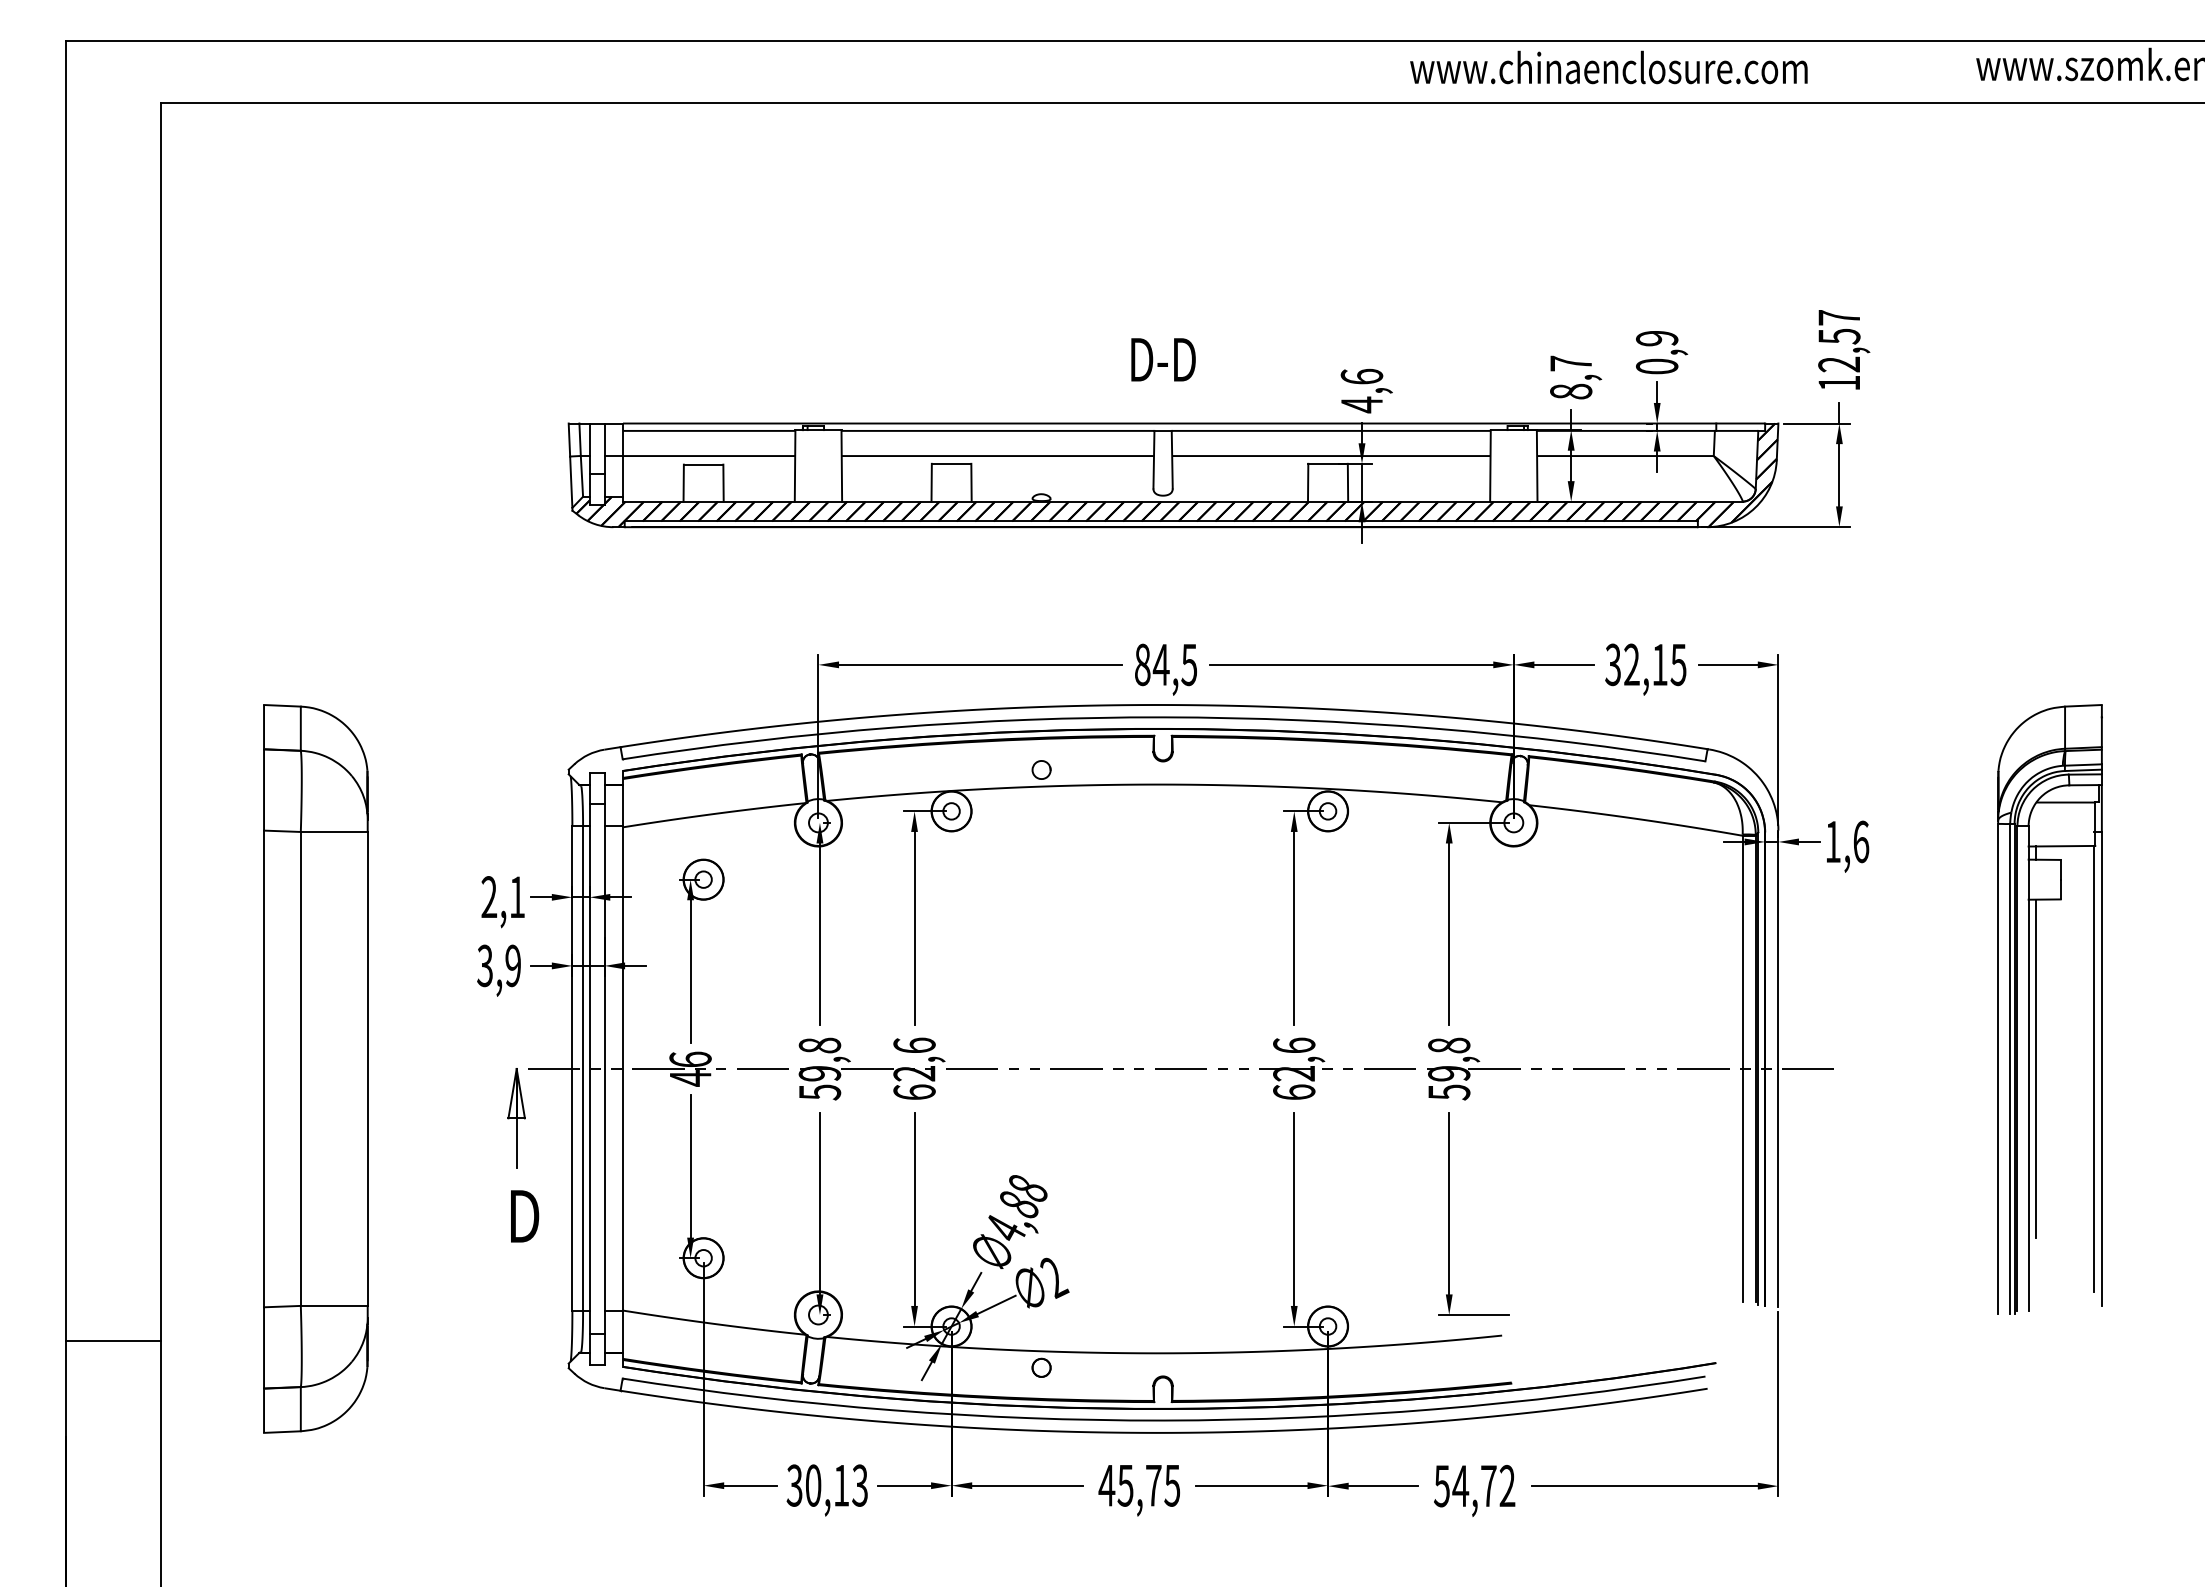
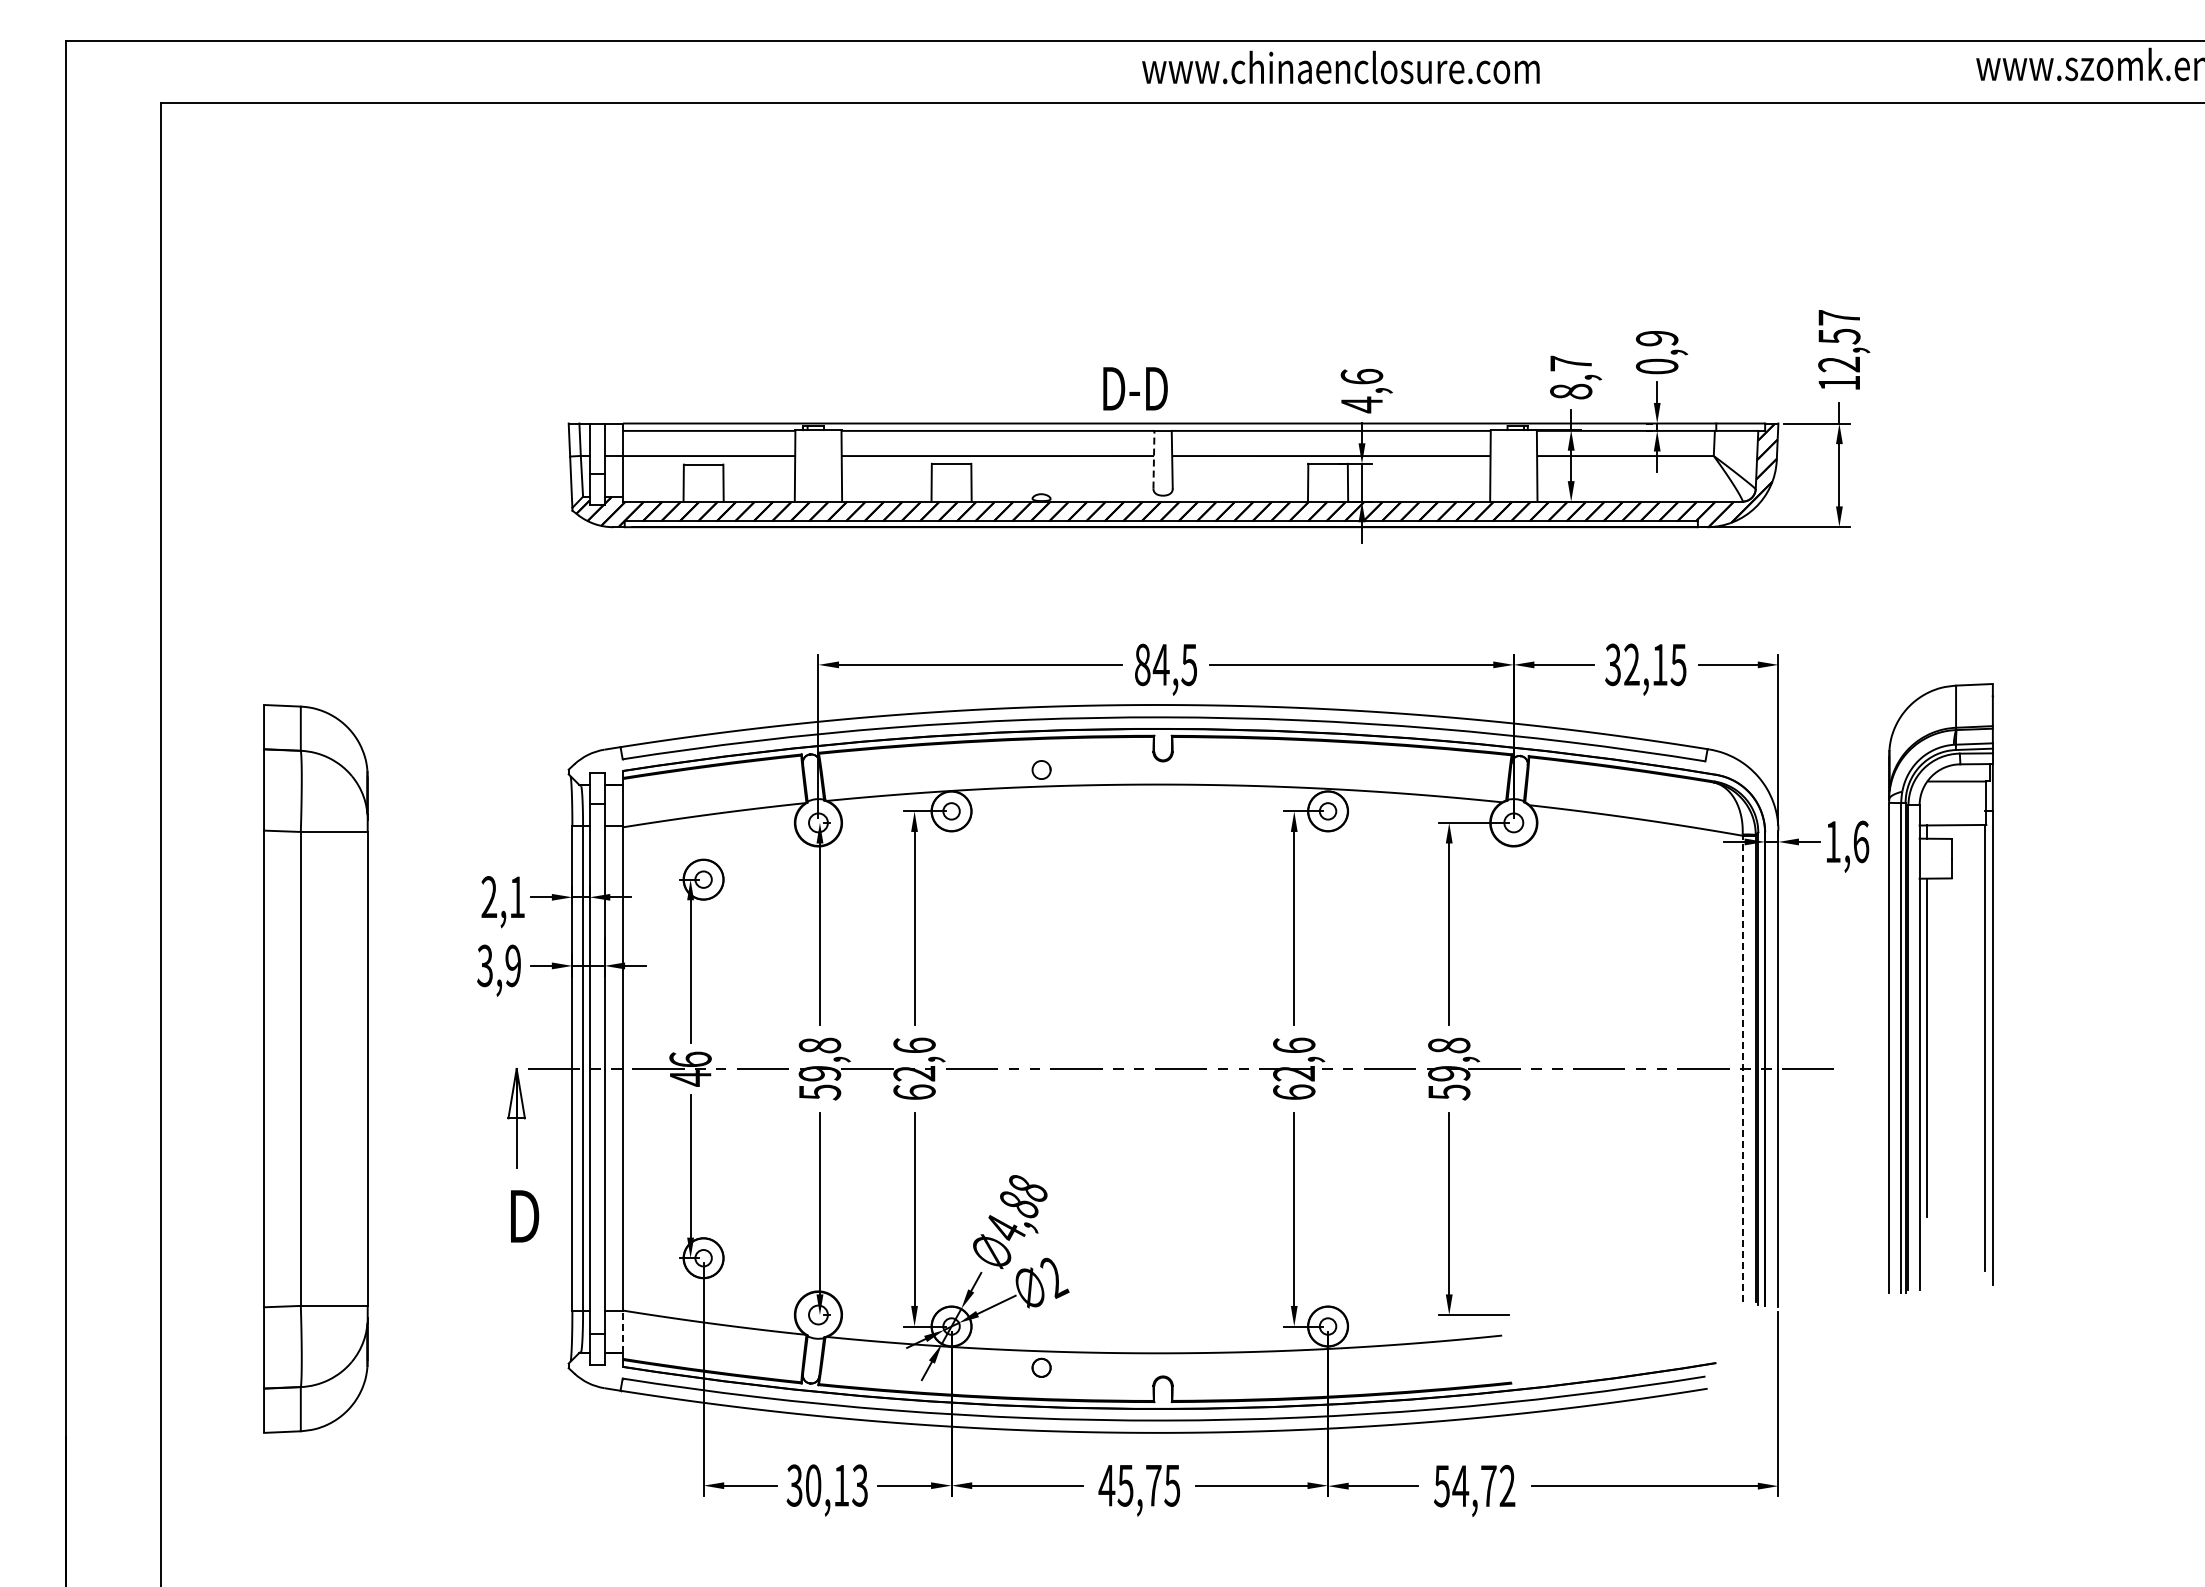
text at (1608, 67) position: (1608, 67) -> (1340, 67)
text at (1163, 359) position: (1163, 359) -> (1135, 388)
line at (1153, 459): solid -> dashed
part at (2036, 1009) position: (2036, 1009) -> (1927, 988)
line at (1742, 1068): solid -> dashed
line at (623, 1332): solid -> dashed
line at (113, 1340): present -> none
